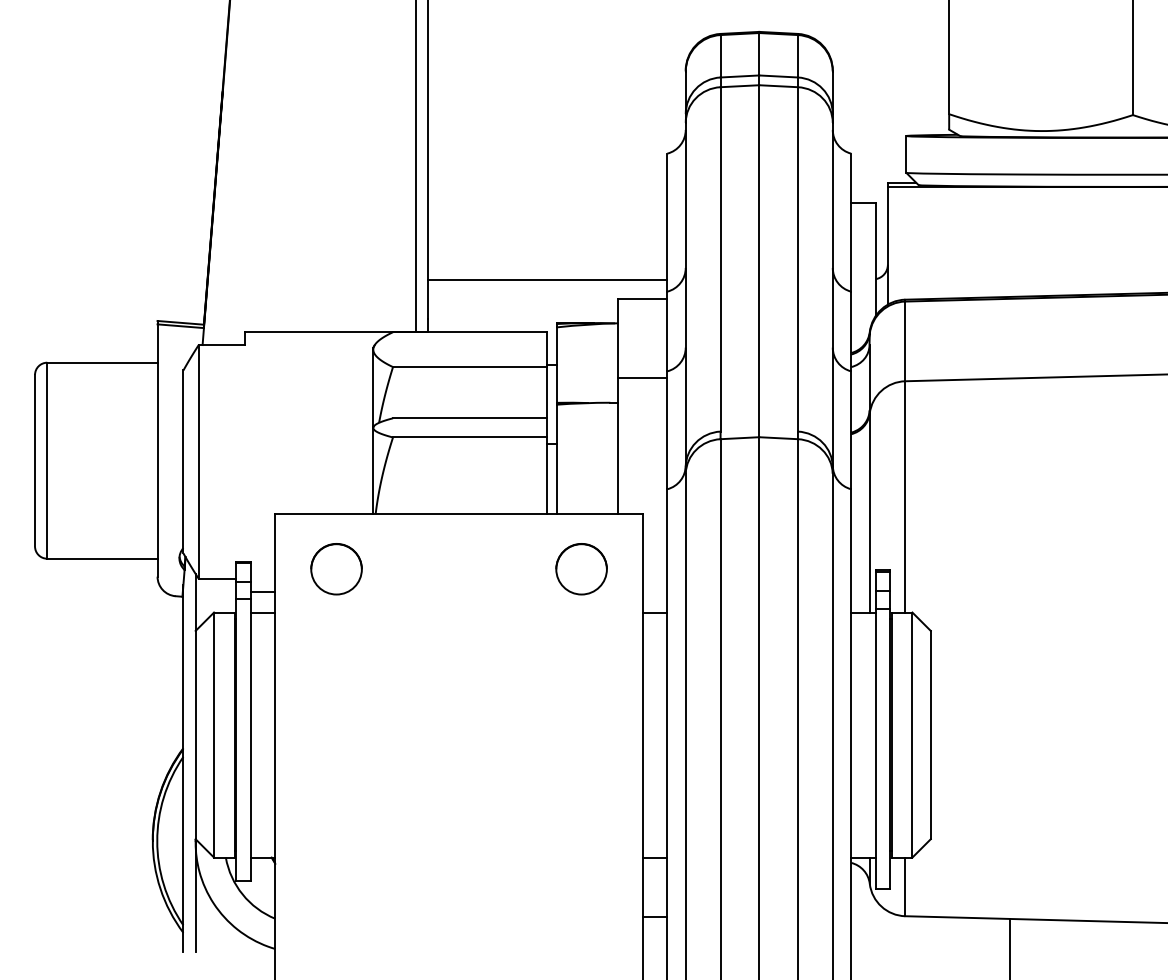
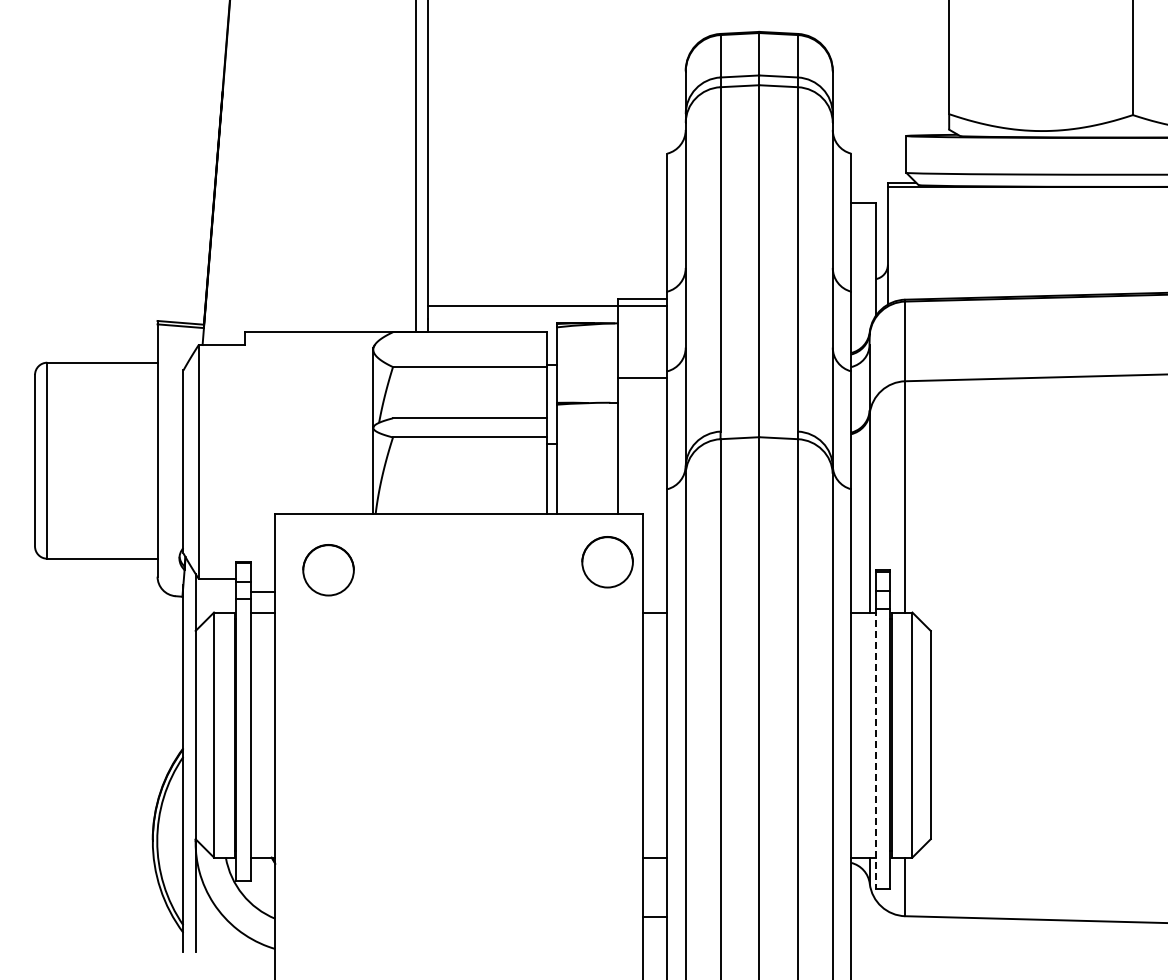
line at (547, 280) position: (547, 280) -> (547, 306)
part at (336, 569) position: (336, 569) -> (328, 570)
part at (581, 569) position: (581, 569) -> (607, 562)
line at (875, 749): solid -> dashed
line at (1010, 947): present -> none
